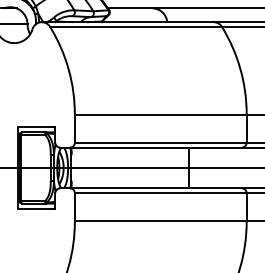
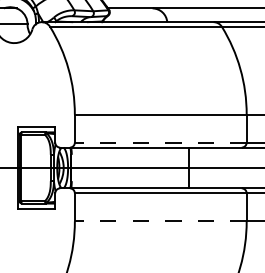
line at (160, 142): solid -> dashed
line at (160, 221): solid -> dashed
